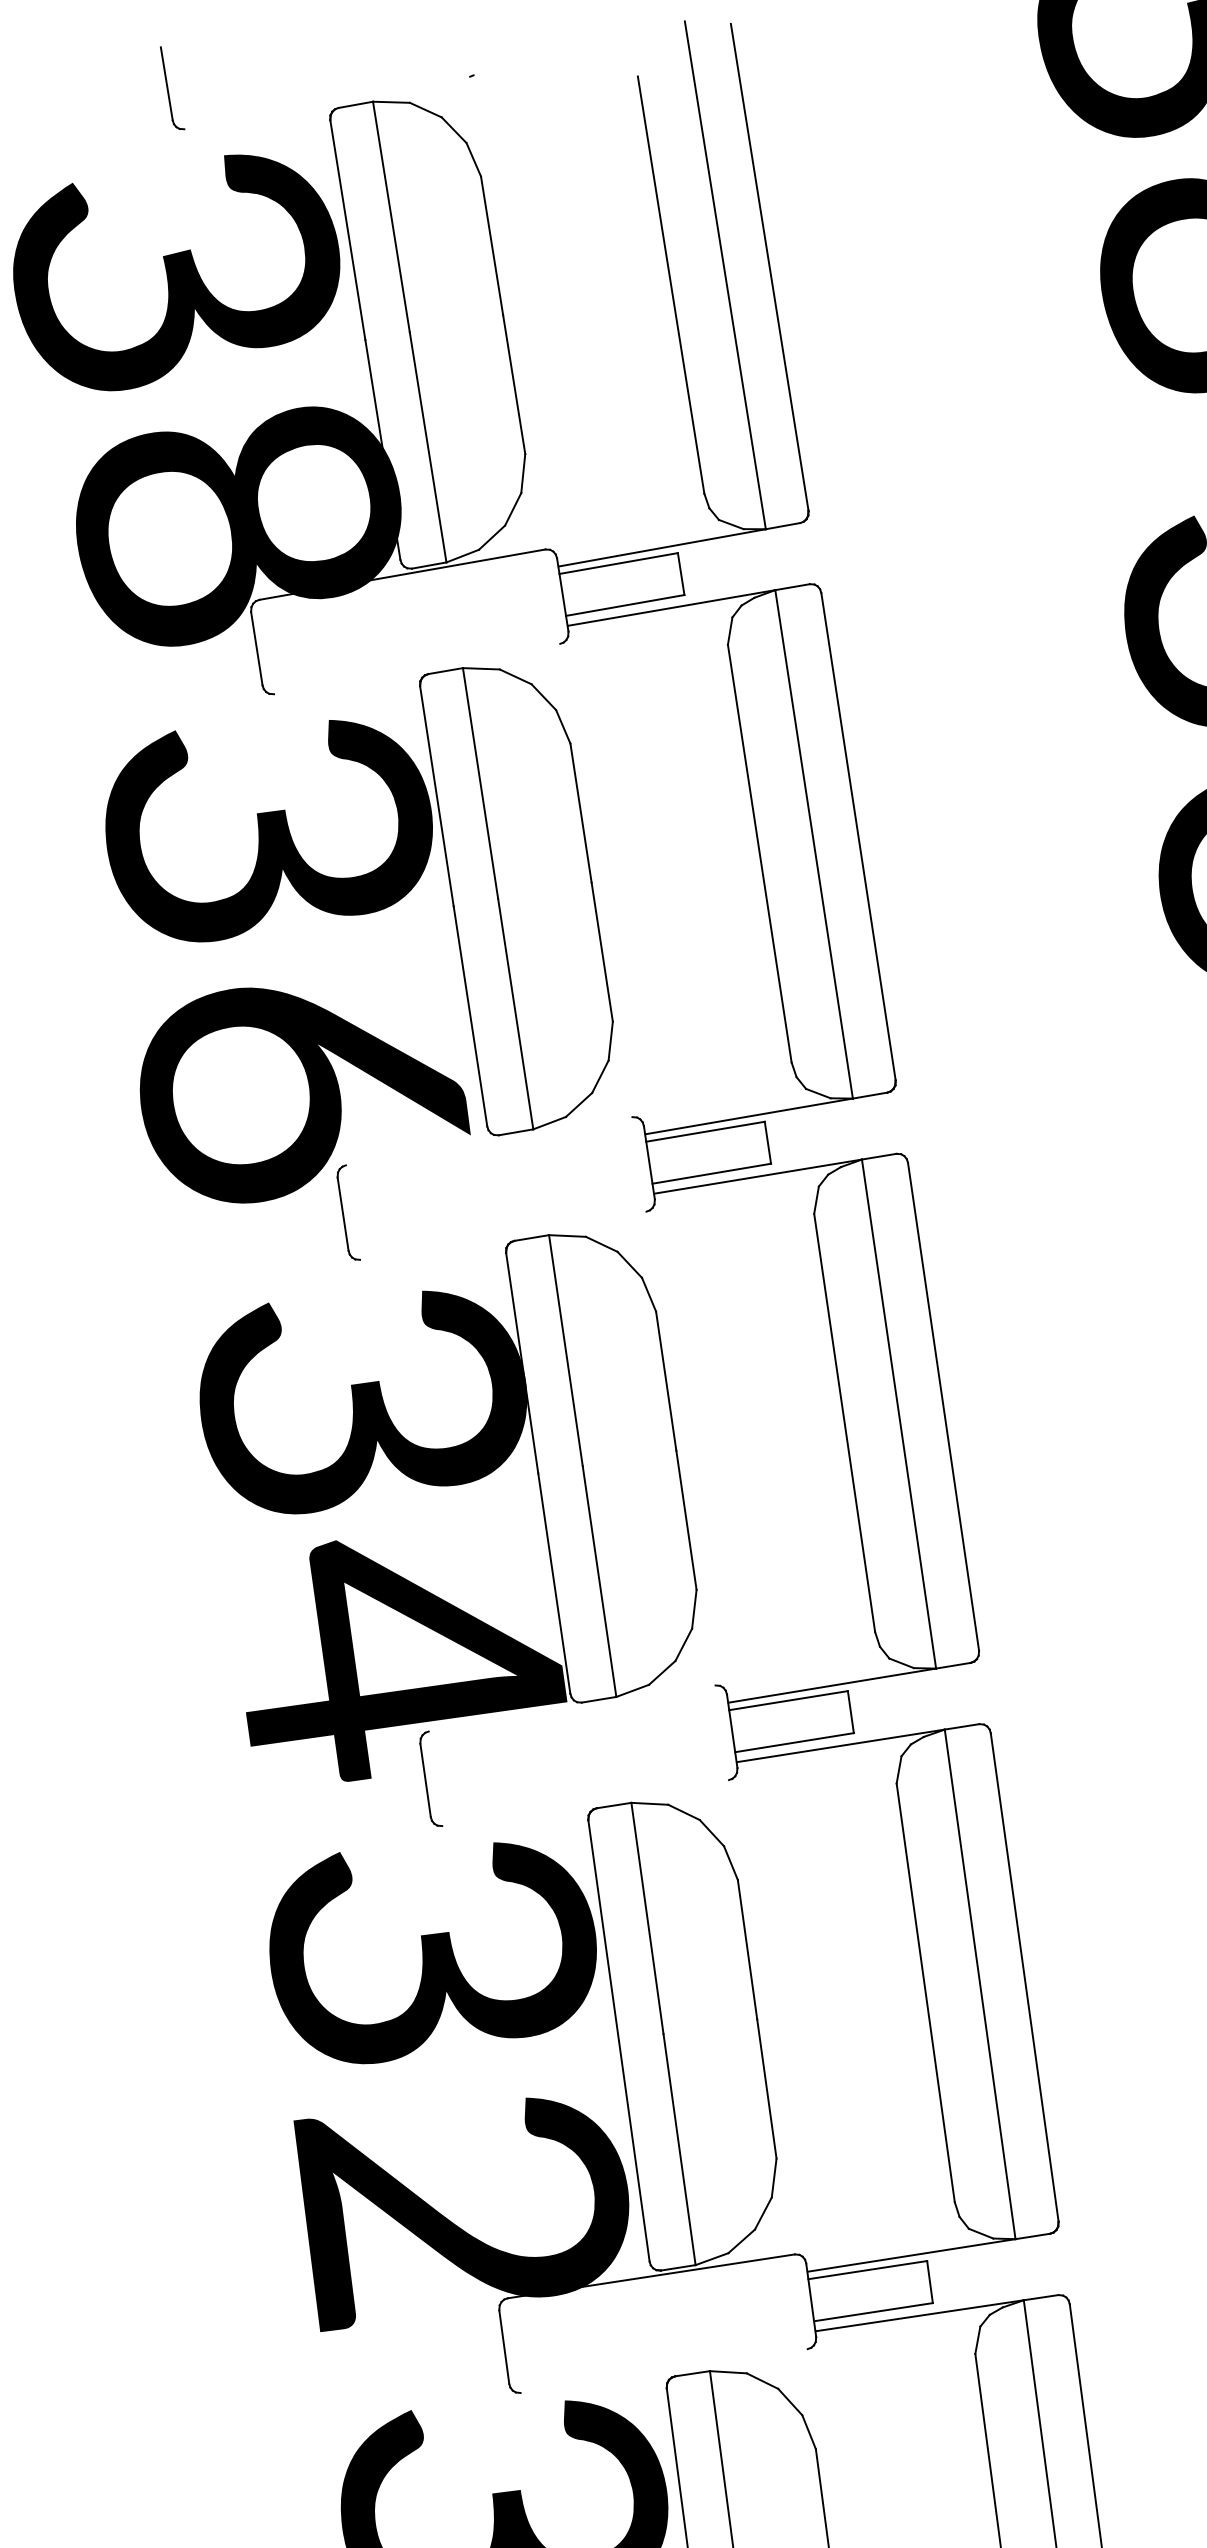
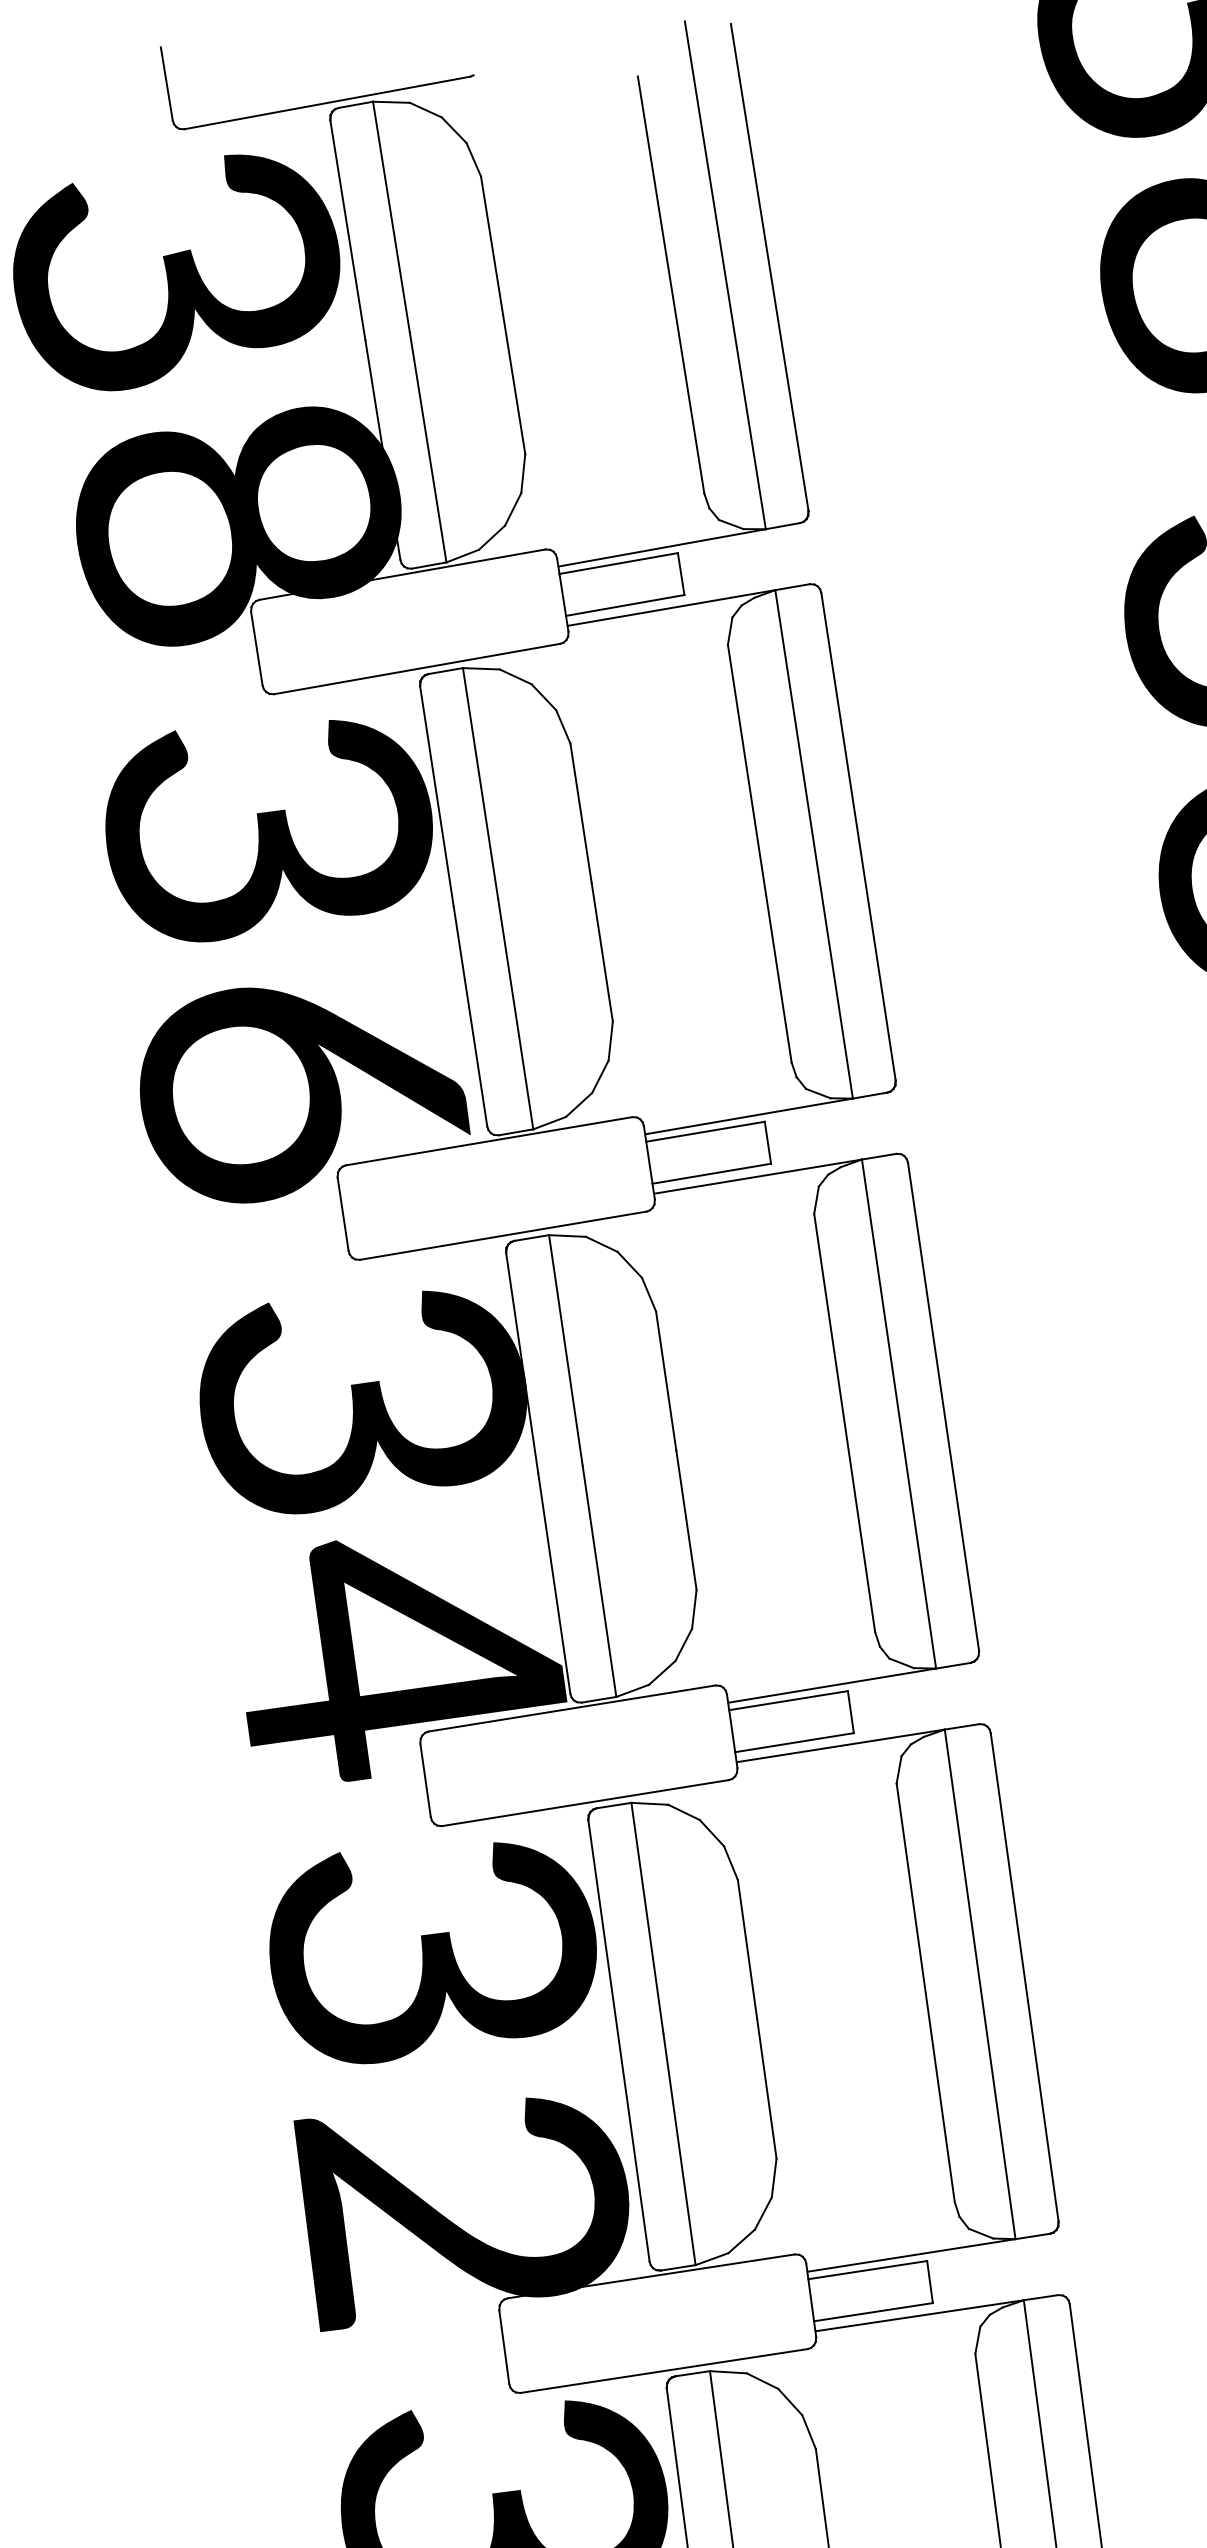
line at (327, 102): none -> present
line at (417, 668): none -> present
line at (488, 1141): none -> present
line at (503, 1235): none -> present
line at (571, 1708): none -> present
line at (585, 1803): none -> present
line at (663, 2370): none -> present
